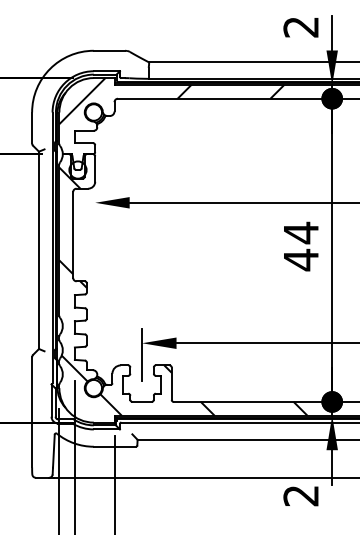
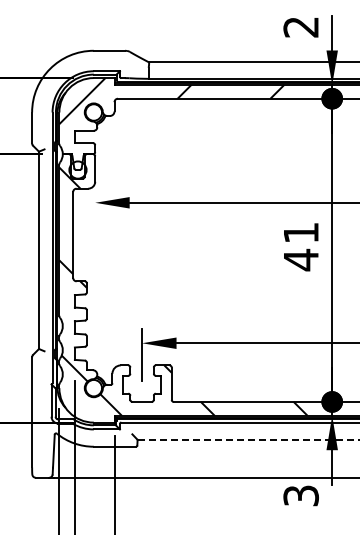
text at (301, 232): 44 -> 41
line at (248, 439): solid -> dashed
text at (300, 495): 2 -> 3
